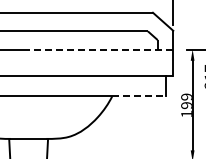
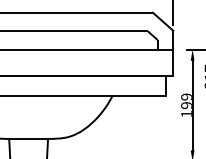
line at (100, 49): dashed -> solid
line at (139, 96): dashed -> solid
